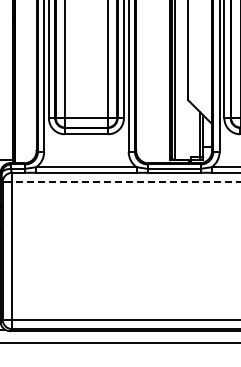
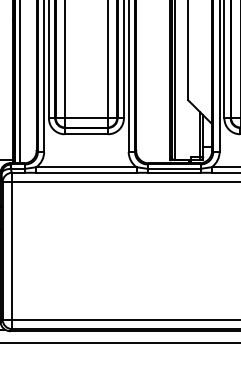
line at (19, 82): none -> present
line at (125, 182): dashed -> solid
